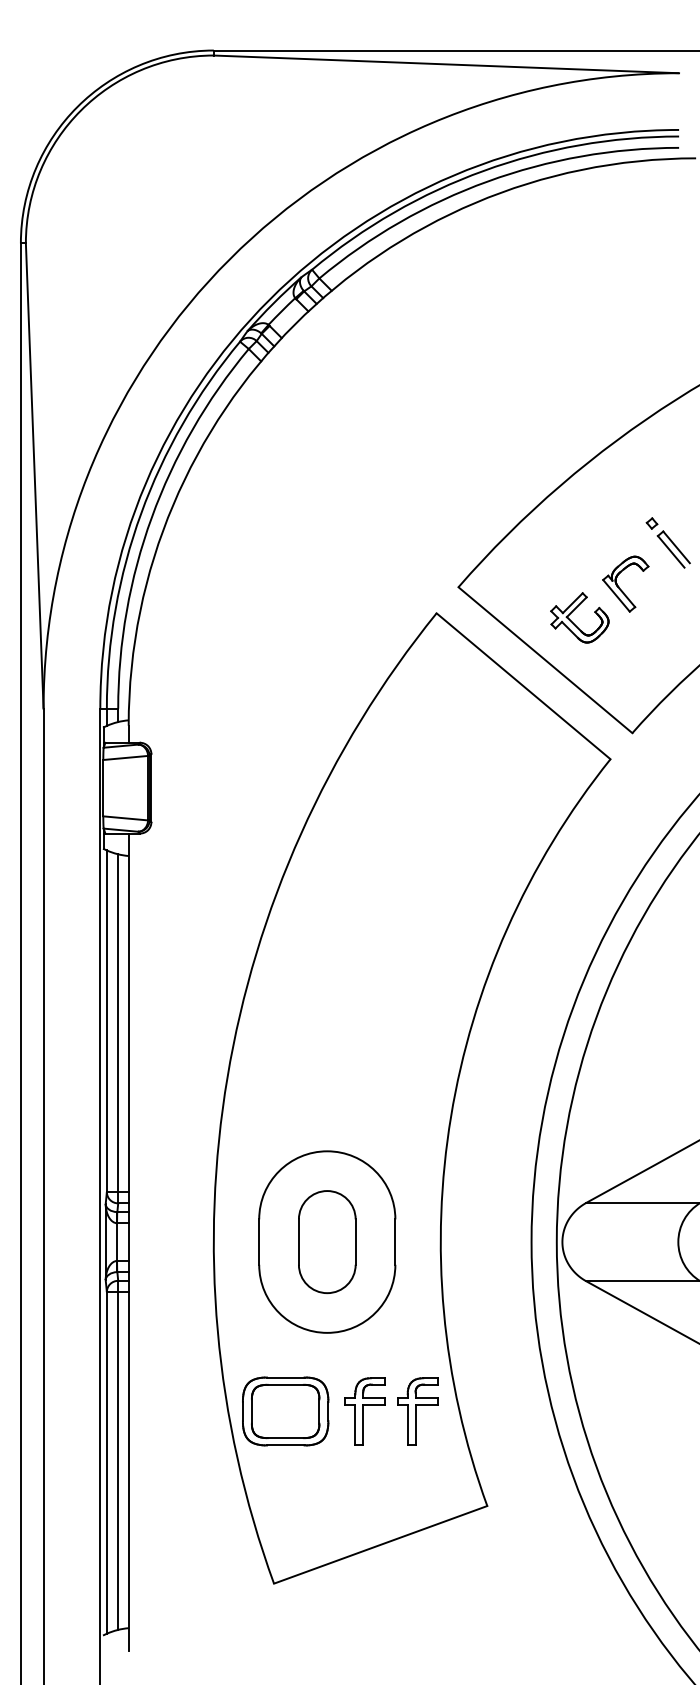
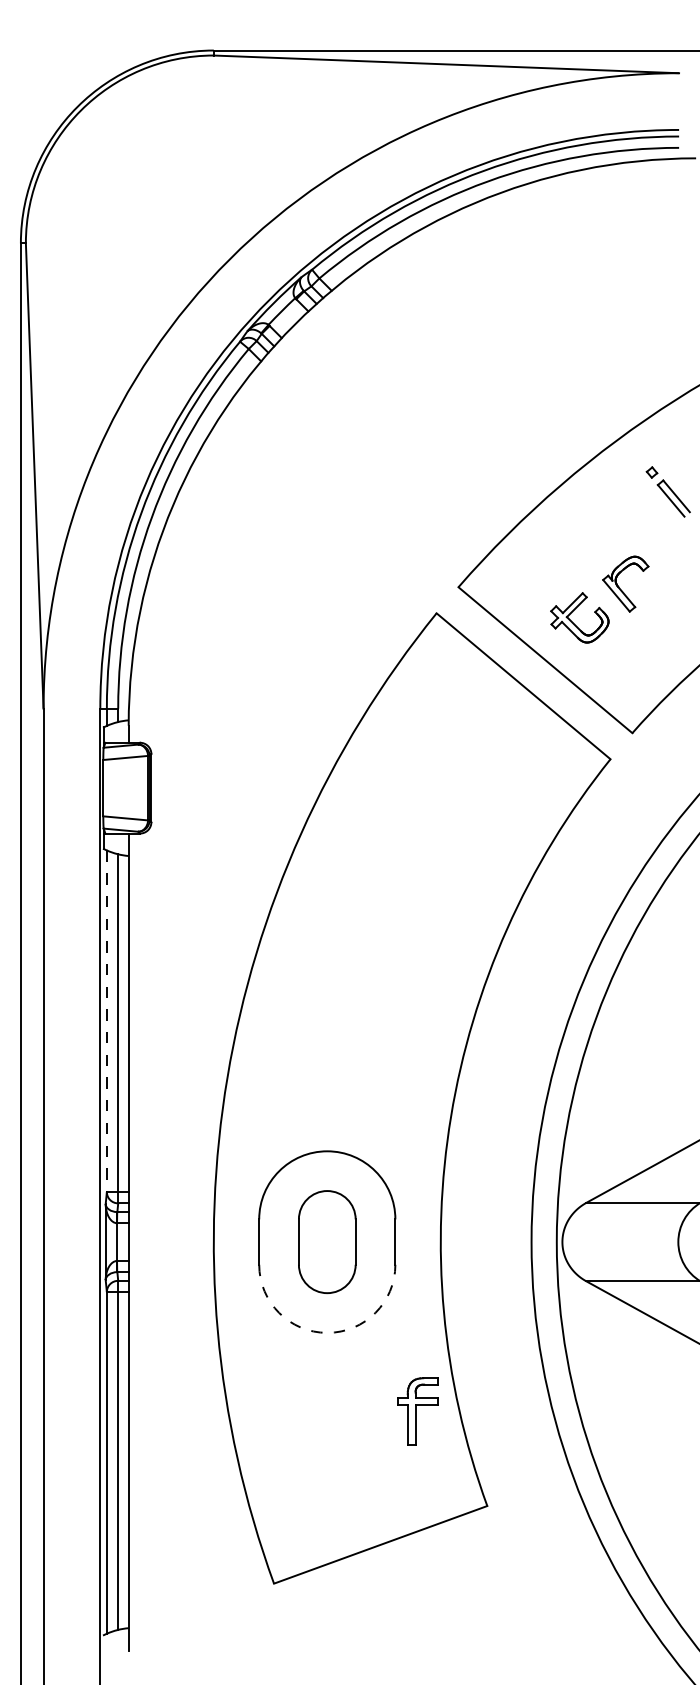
part at (667, 542) position: (667, 542) -> (667, 491)
line at (106, 1021): solid -> dashed
arc at (327, 1332): solid -> dashed
part at (285, 1411): present -> none
part at (364, 1411): present -> none
